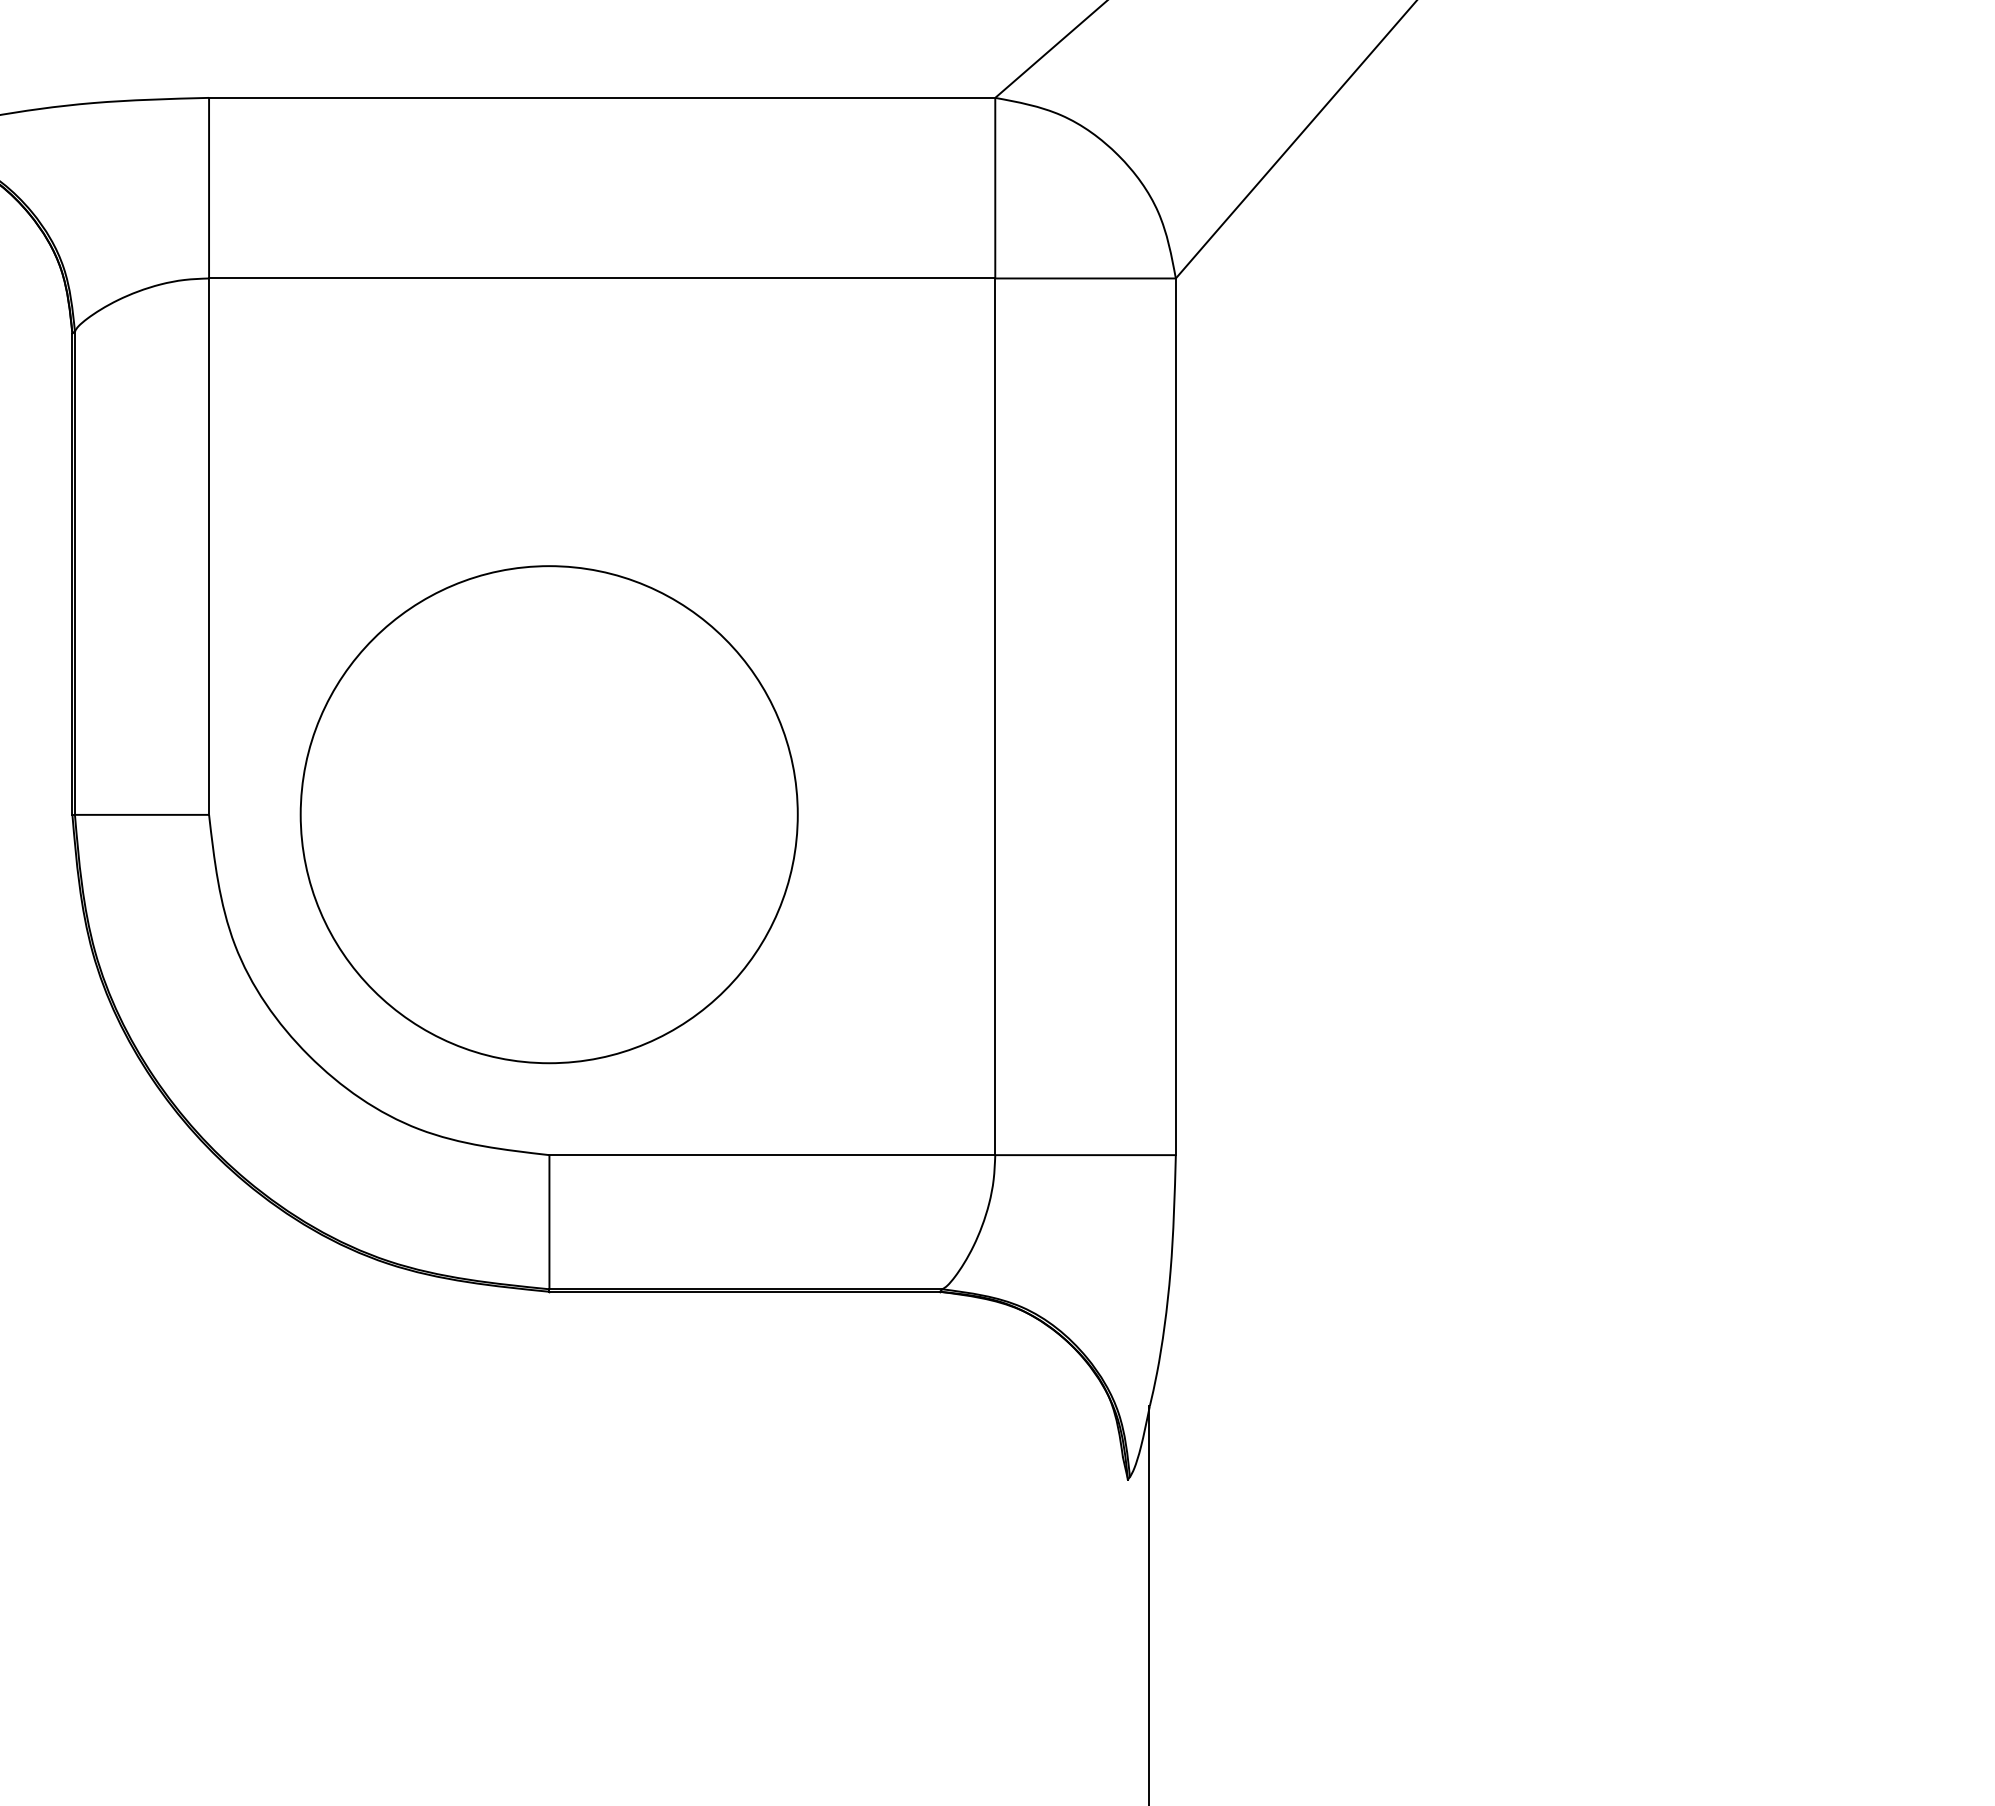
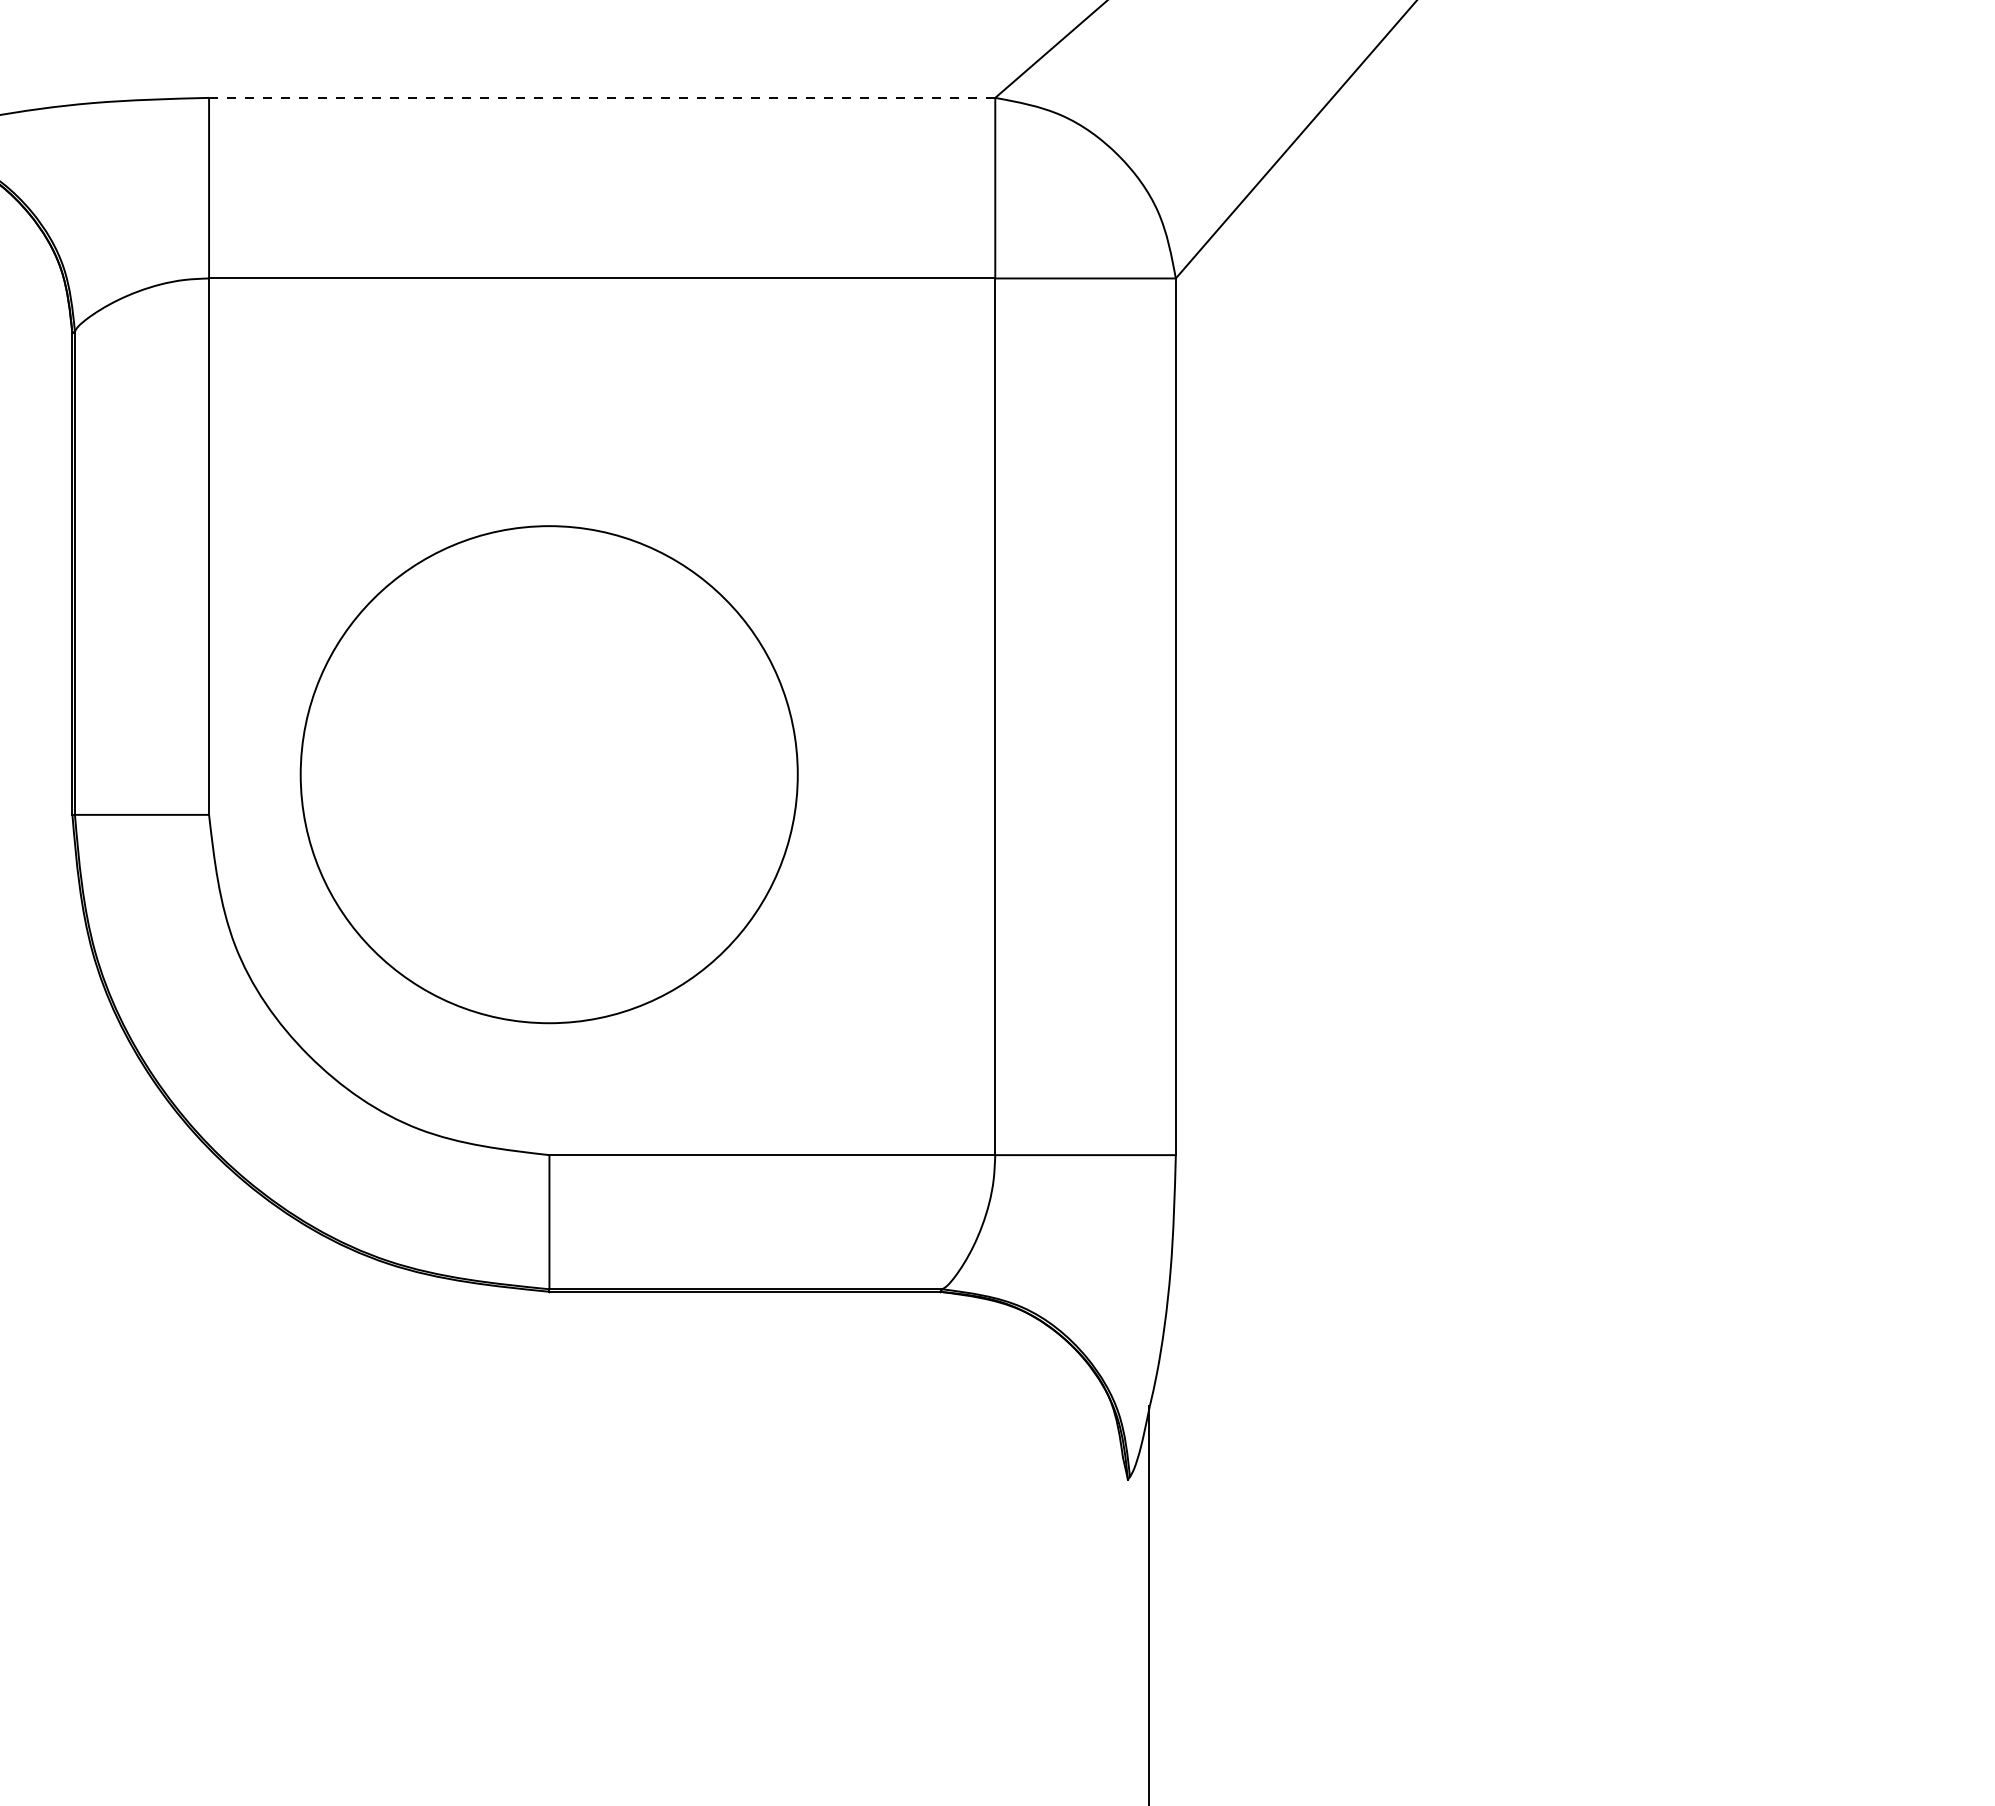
line at (602, 97): solid -> dashed
circle at (548, 814) position: (548, 814) -> (548, 774)
